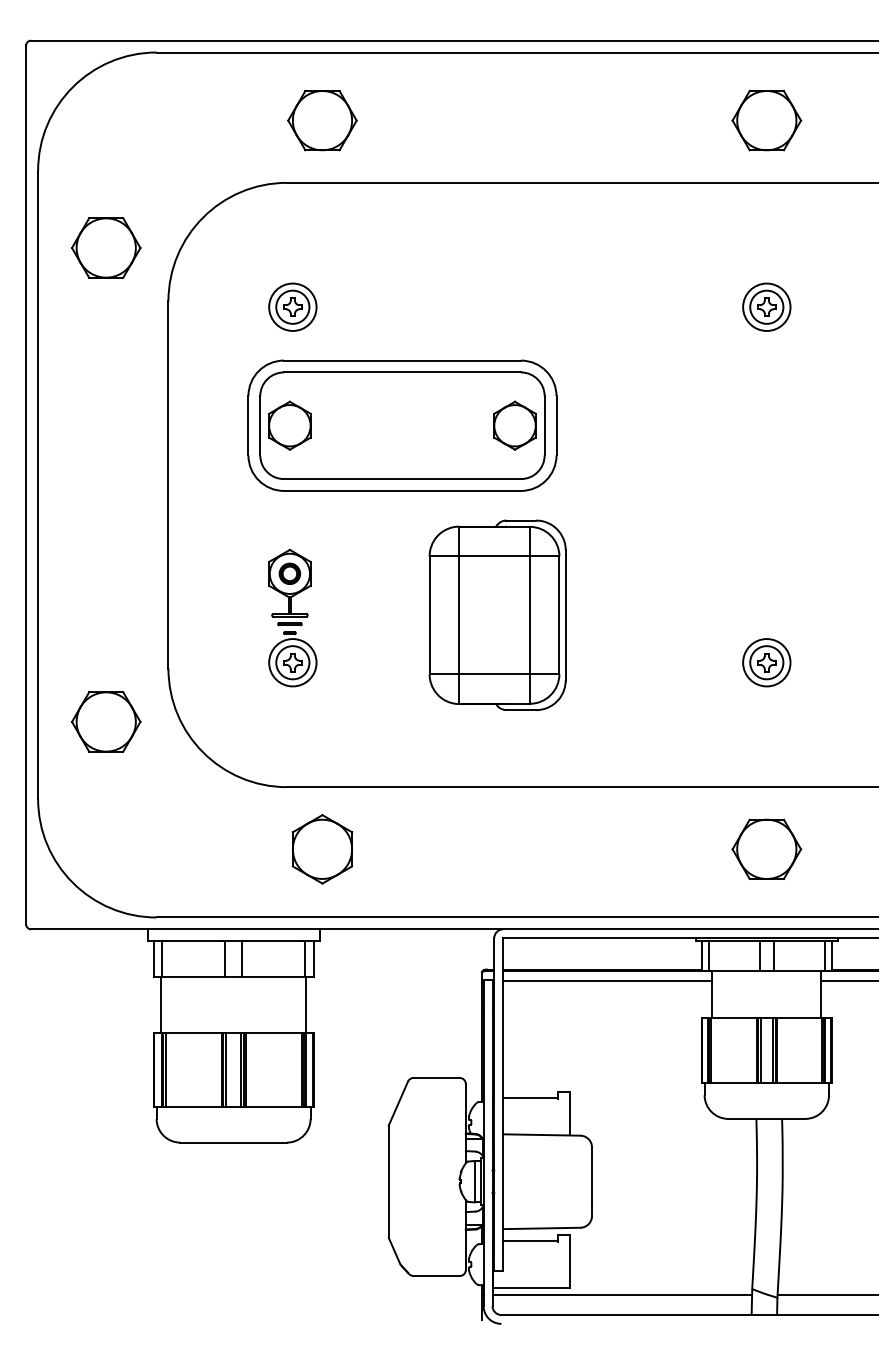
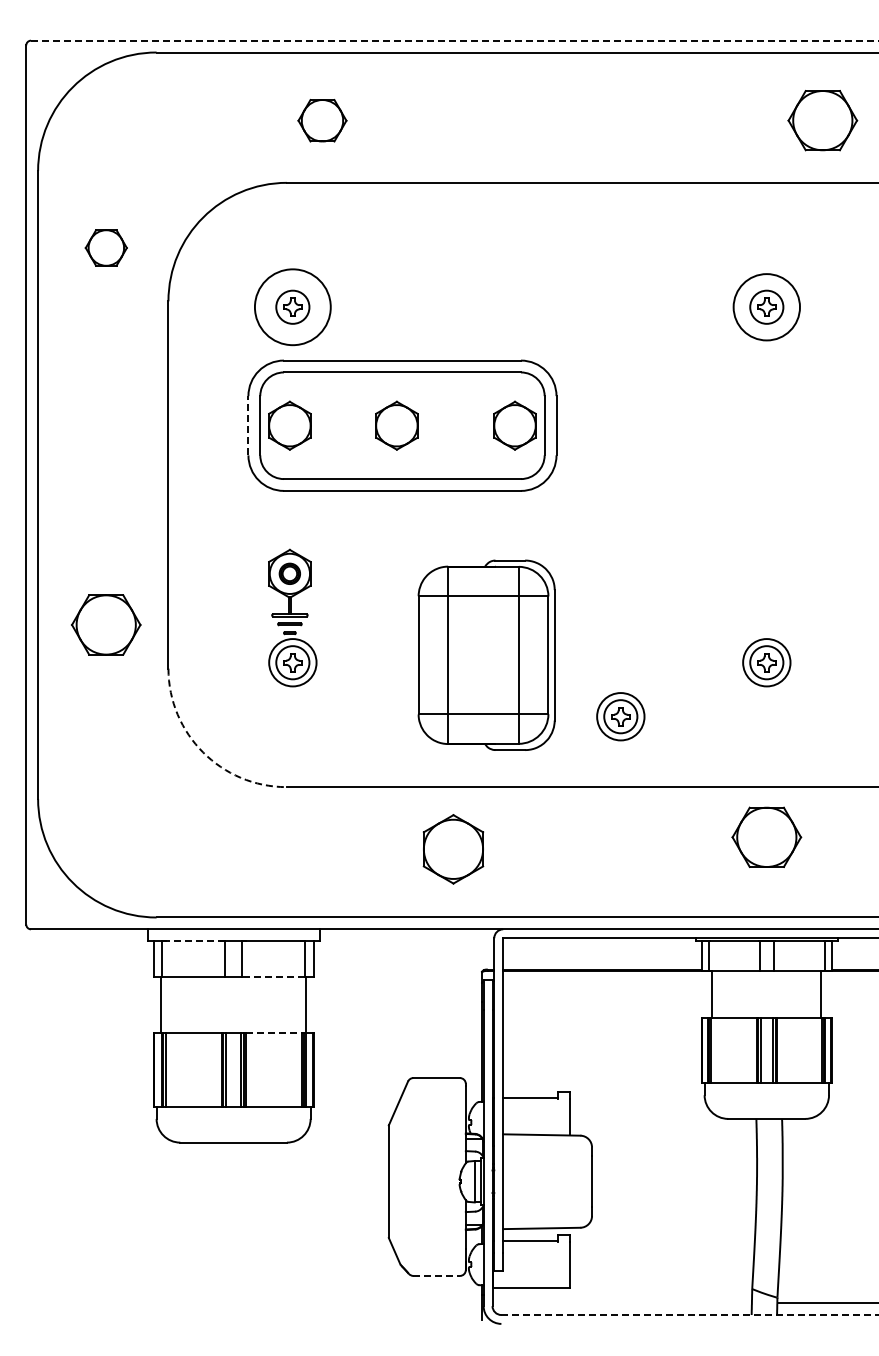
line at (454, 40): solid -> dashed
part at (322, 120) size: 71x62 px -> 51x44 px
part at (766, 120) position: (766, 120) -> (822, 120)
part at (106, 247) size: 71x62 px -> 44x38 px
circle at (292, 306) diameter: 47 px -> 76 px
circle at (766, 306) diameter: 47 px -> 66 px
line at (248, 425): solid -> dashed
part at (396, 425): none -> present
part at (497, 614) position: (497, 614) -> (486, 654)
part at (620, 716): none -> present
part at (106, 721) position: (106, 721) -> (106, 624)
arc at (203, 752): solid -> dashed
part at (766, 848) position: (766, 848) -> (766, 836)
part at (322, 849) position: (322, 849) -> (453, 849)
line at (193, 941): solid -> dashed
line at (273, 976): solid -> dashed
line at (607, 980): present -> none
line at (848, 980): present -> none
line at (274, 1033): solid -> dashed
line at (437, 1275): solid -> dashed
line at (622, 1295): present -> none
line at (826, 1295) position: (826, 1295) -> (826, 1303)
line at (690, 1315): solid -> dashed
